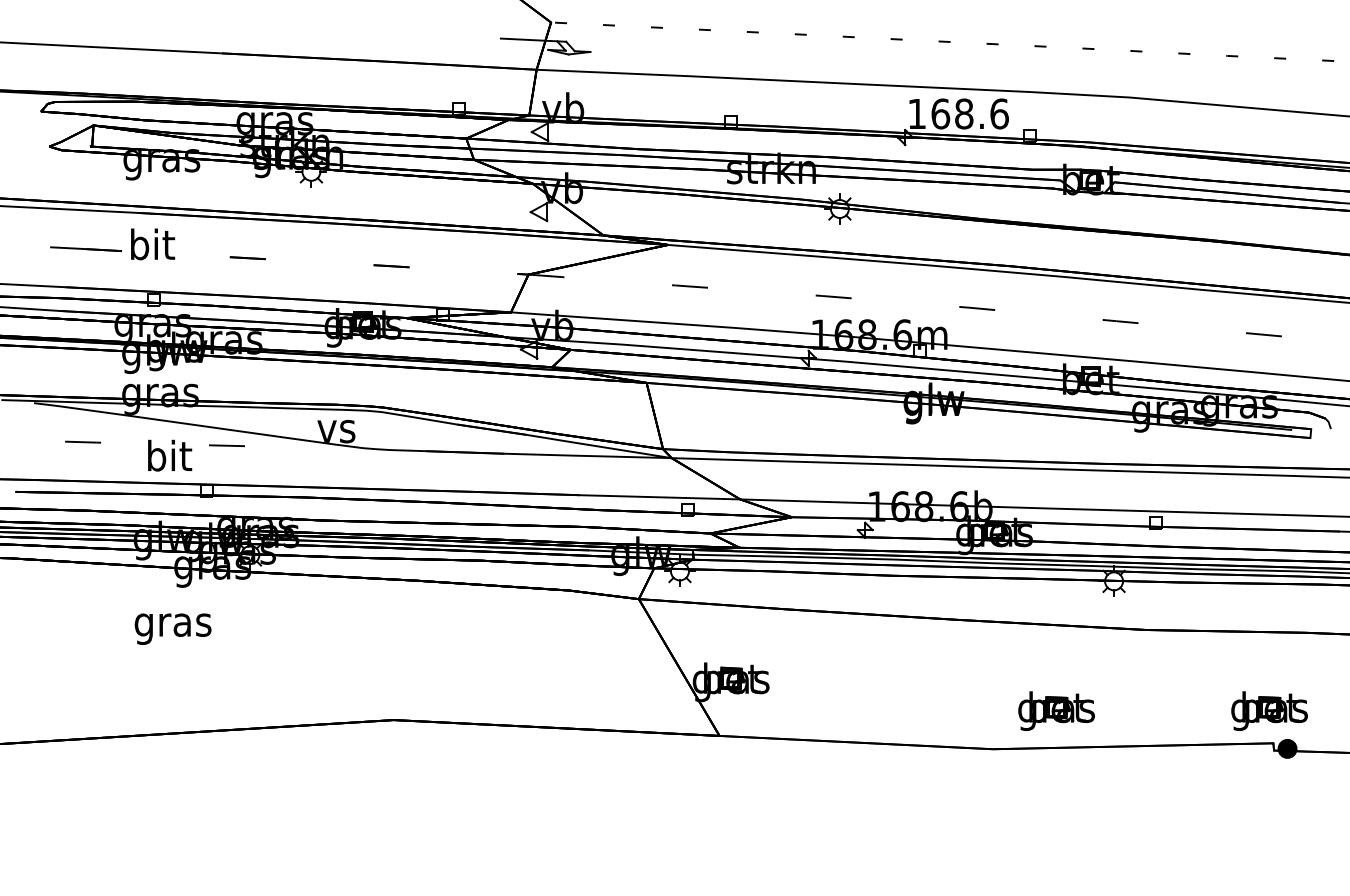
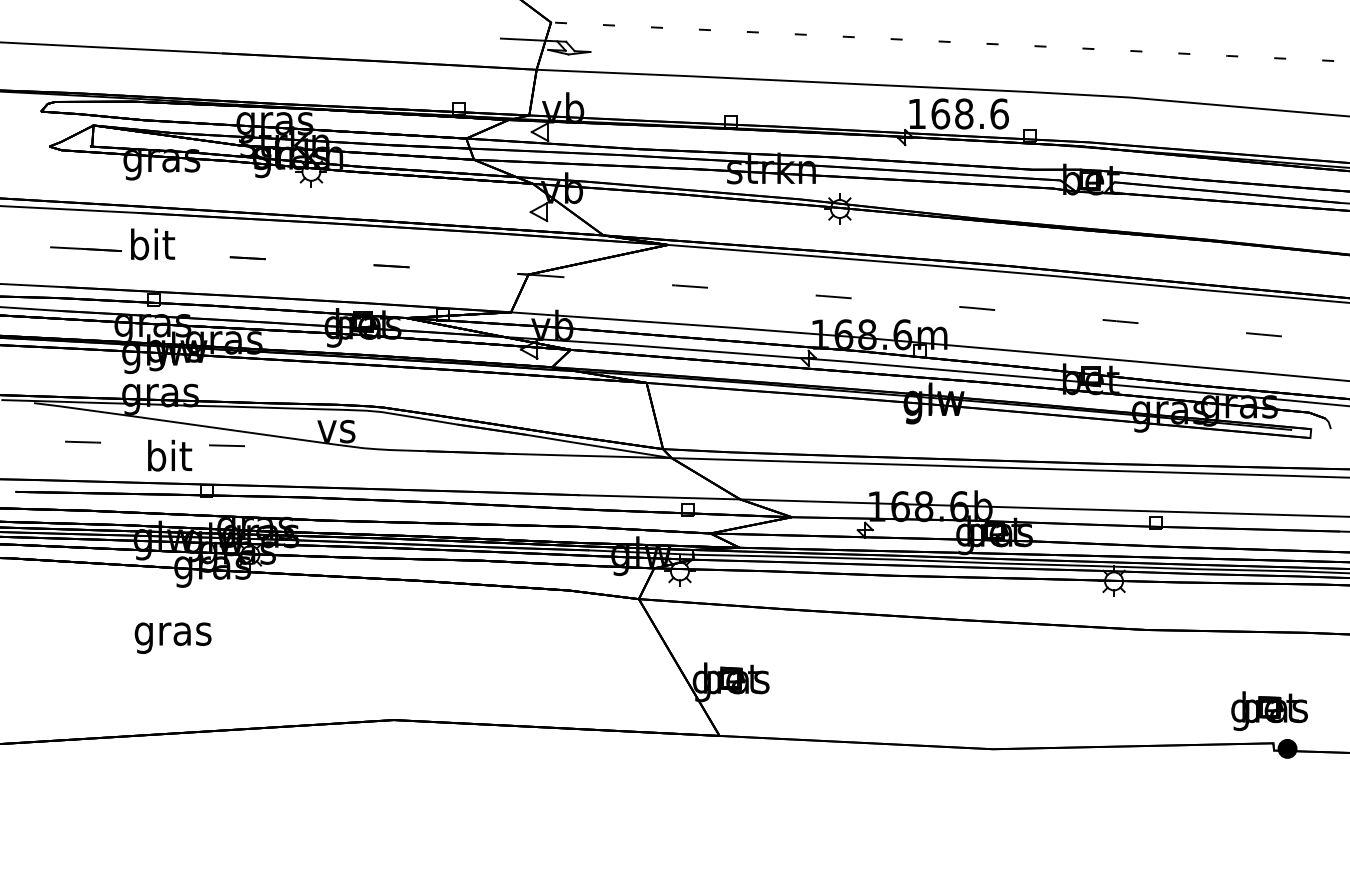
text at (172, 628) position: (172, 628) -> (172, 637)
part at (1056, 710): present -> none
